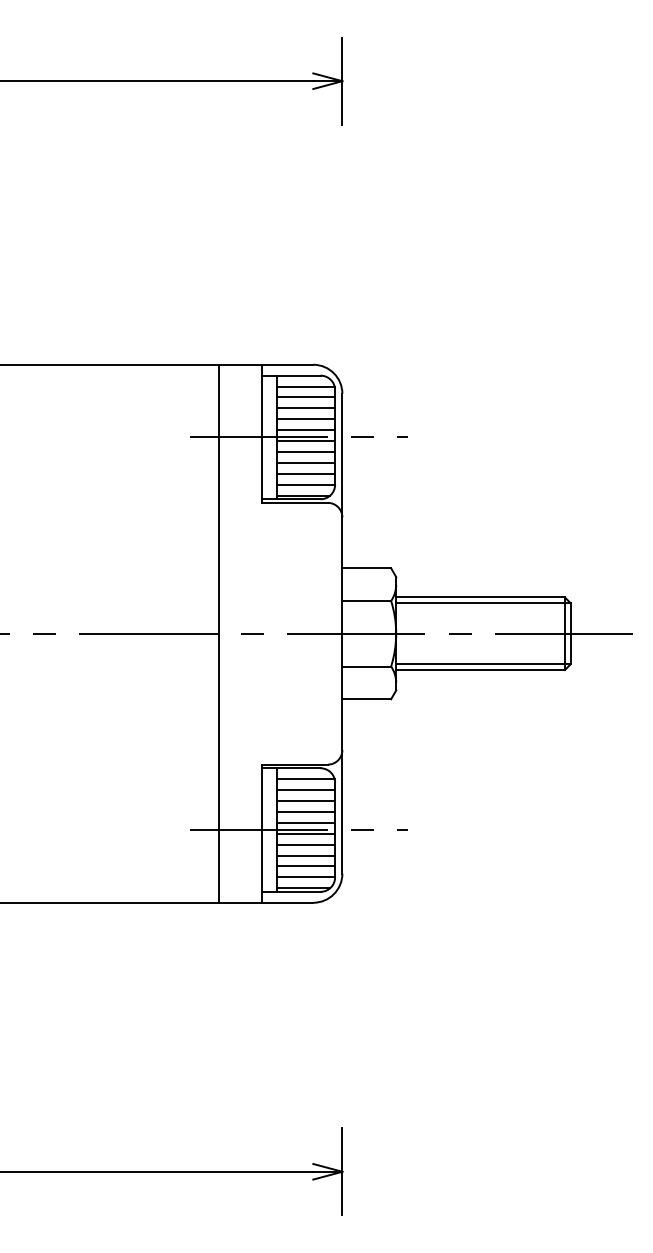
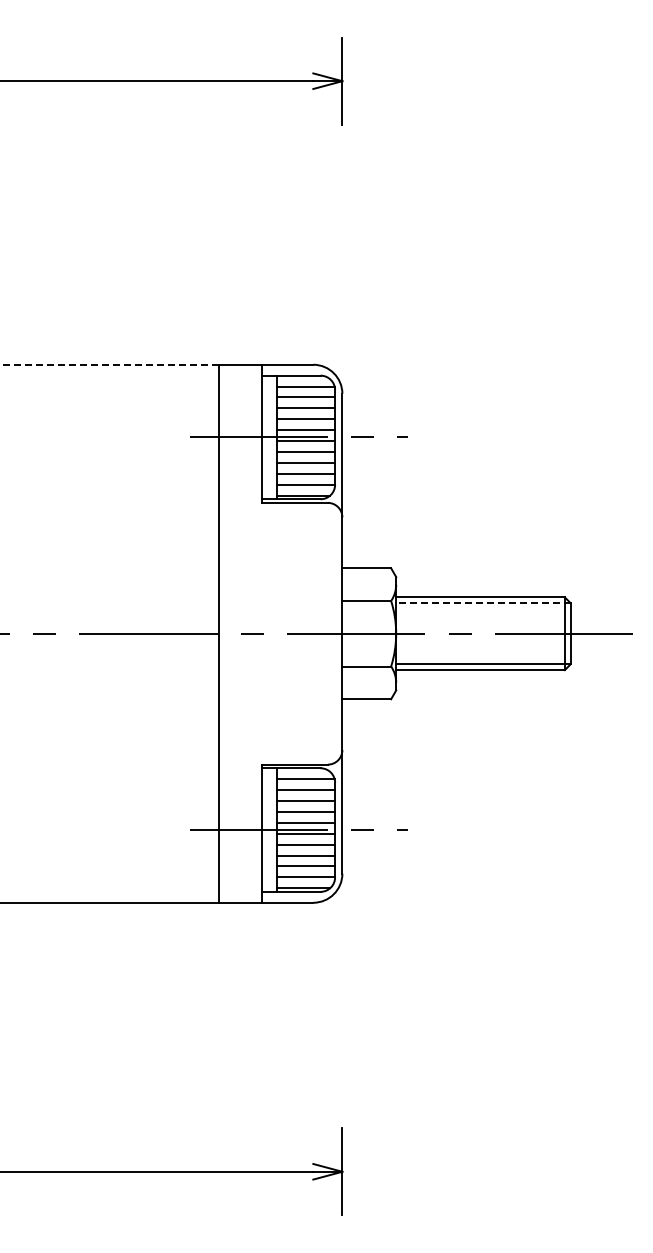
line at (109, 364): solid -> dashed
line at (482, 603): solid -> dashed
